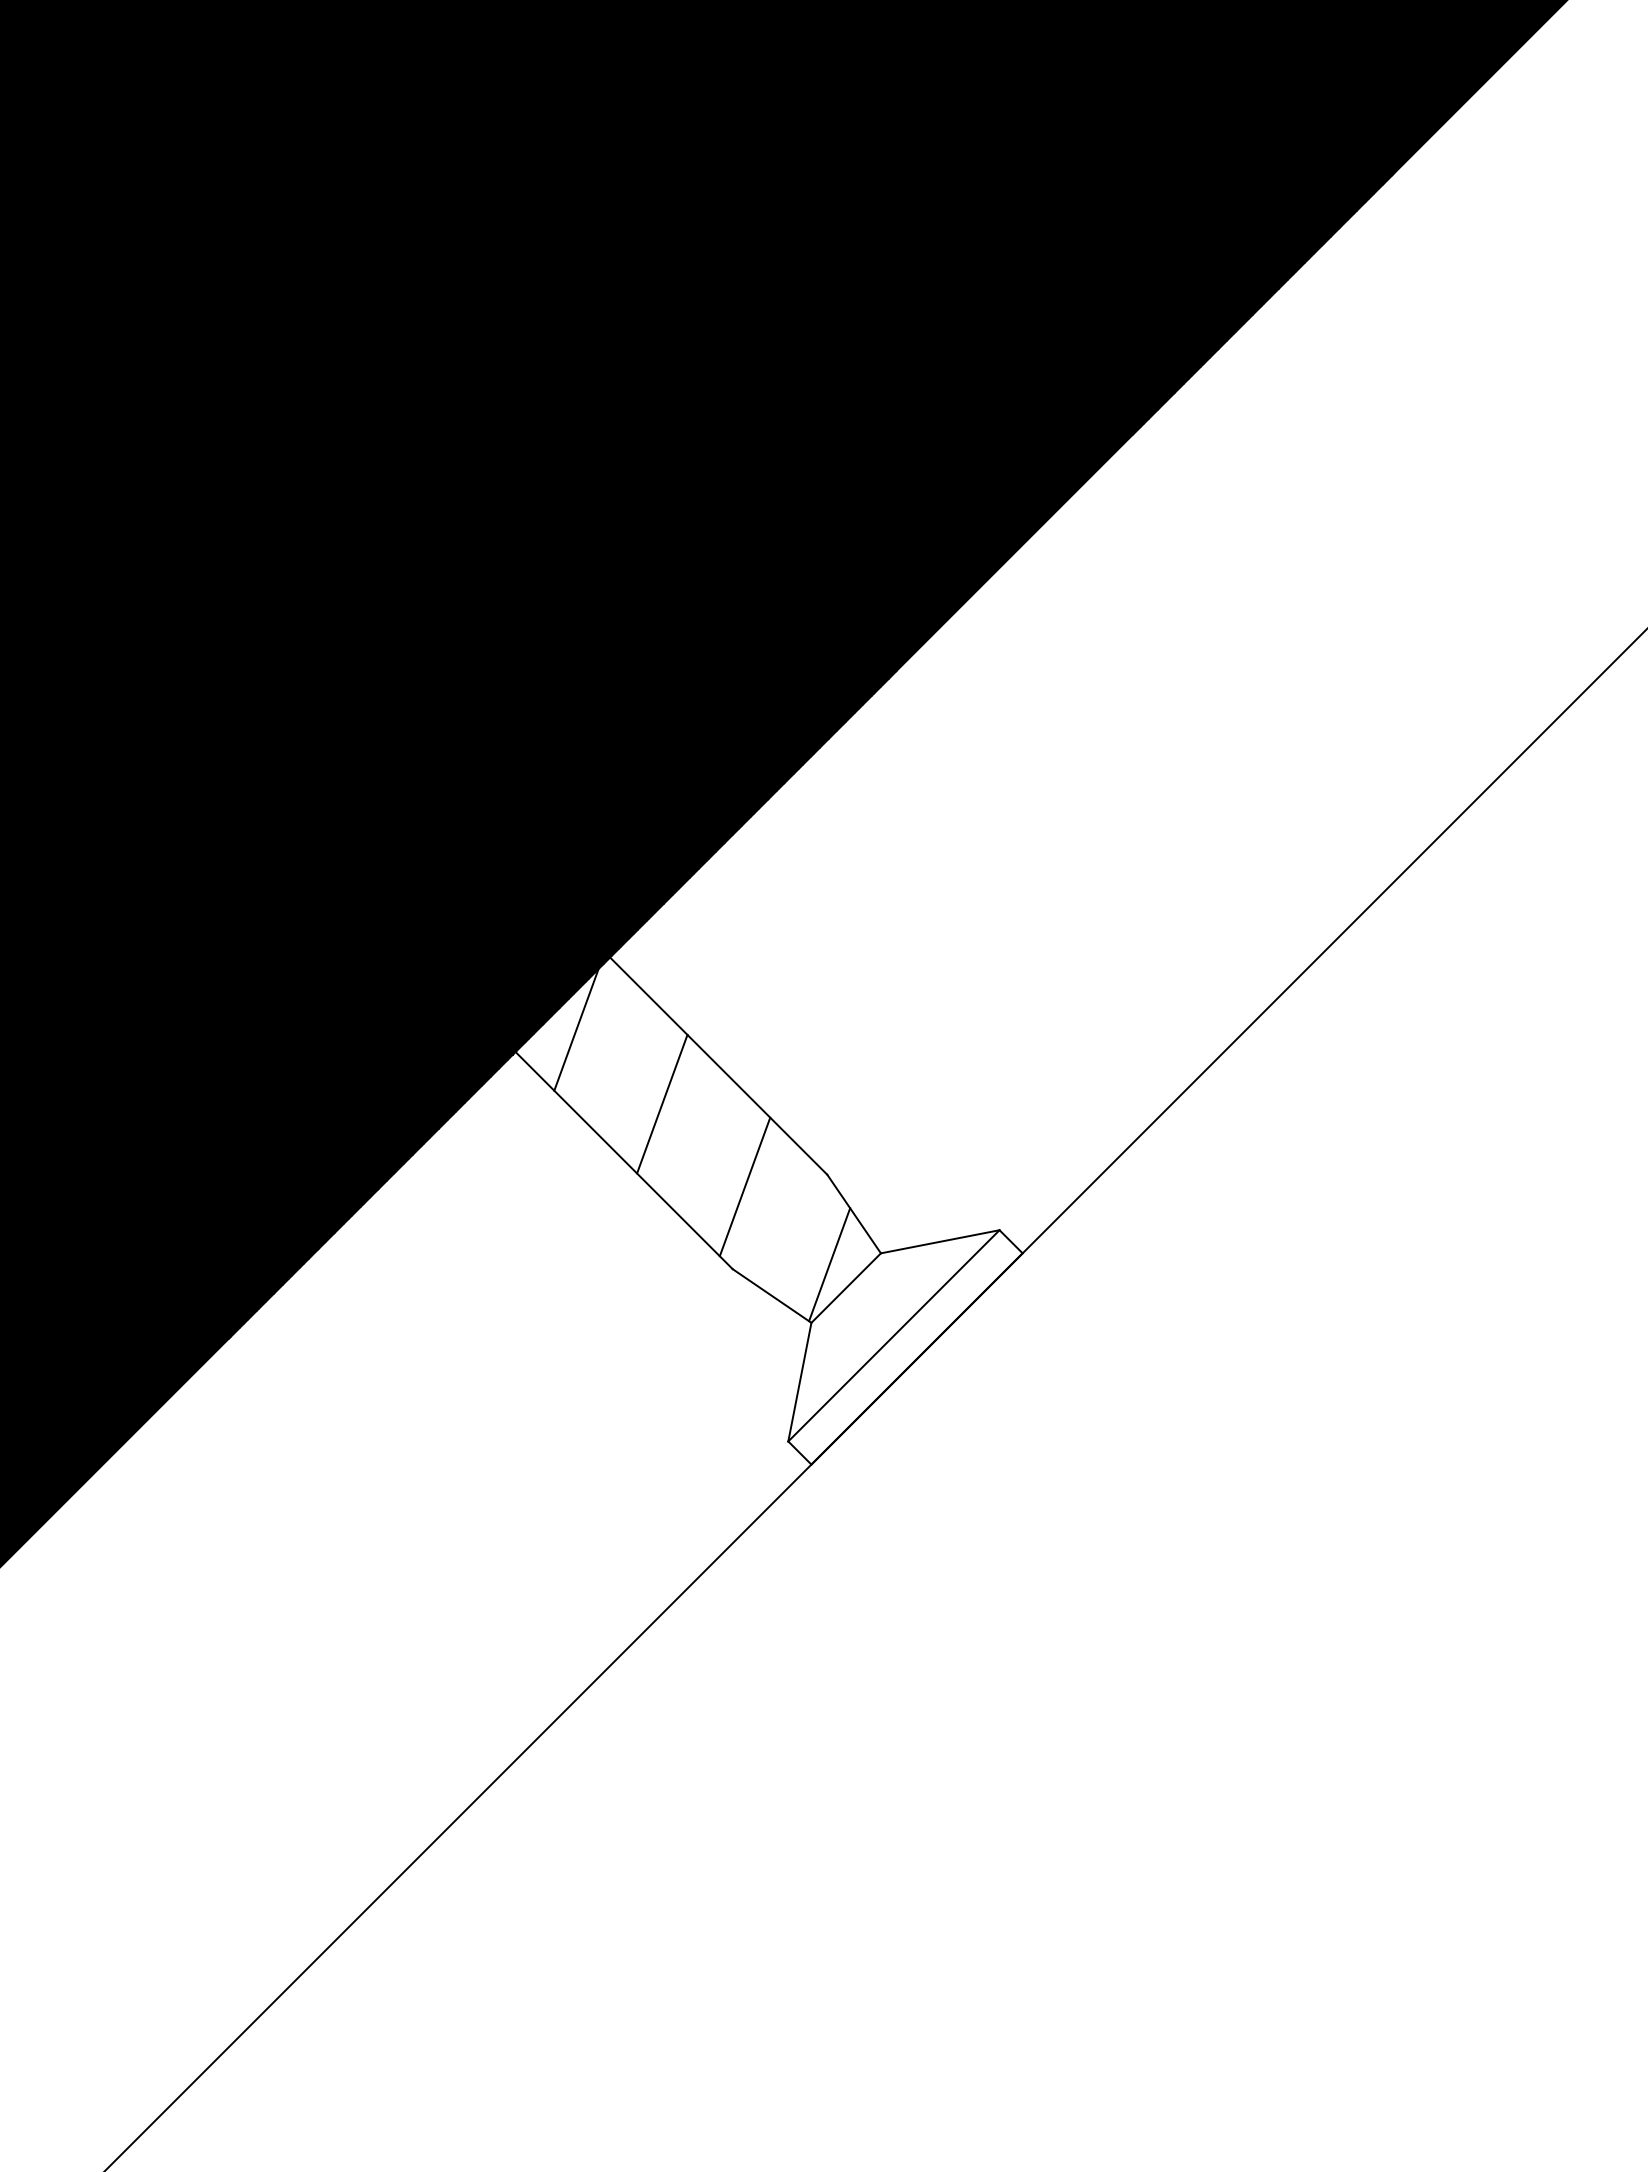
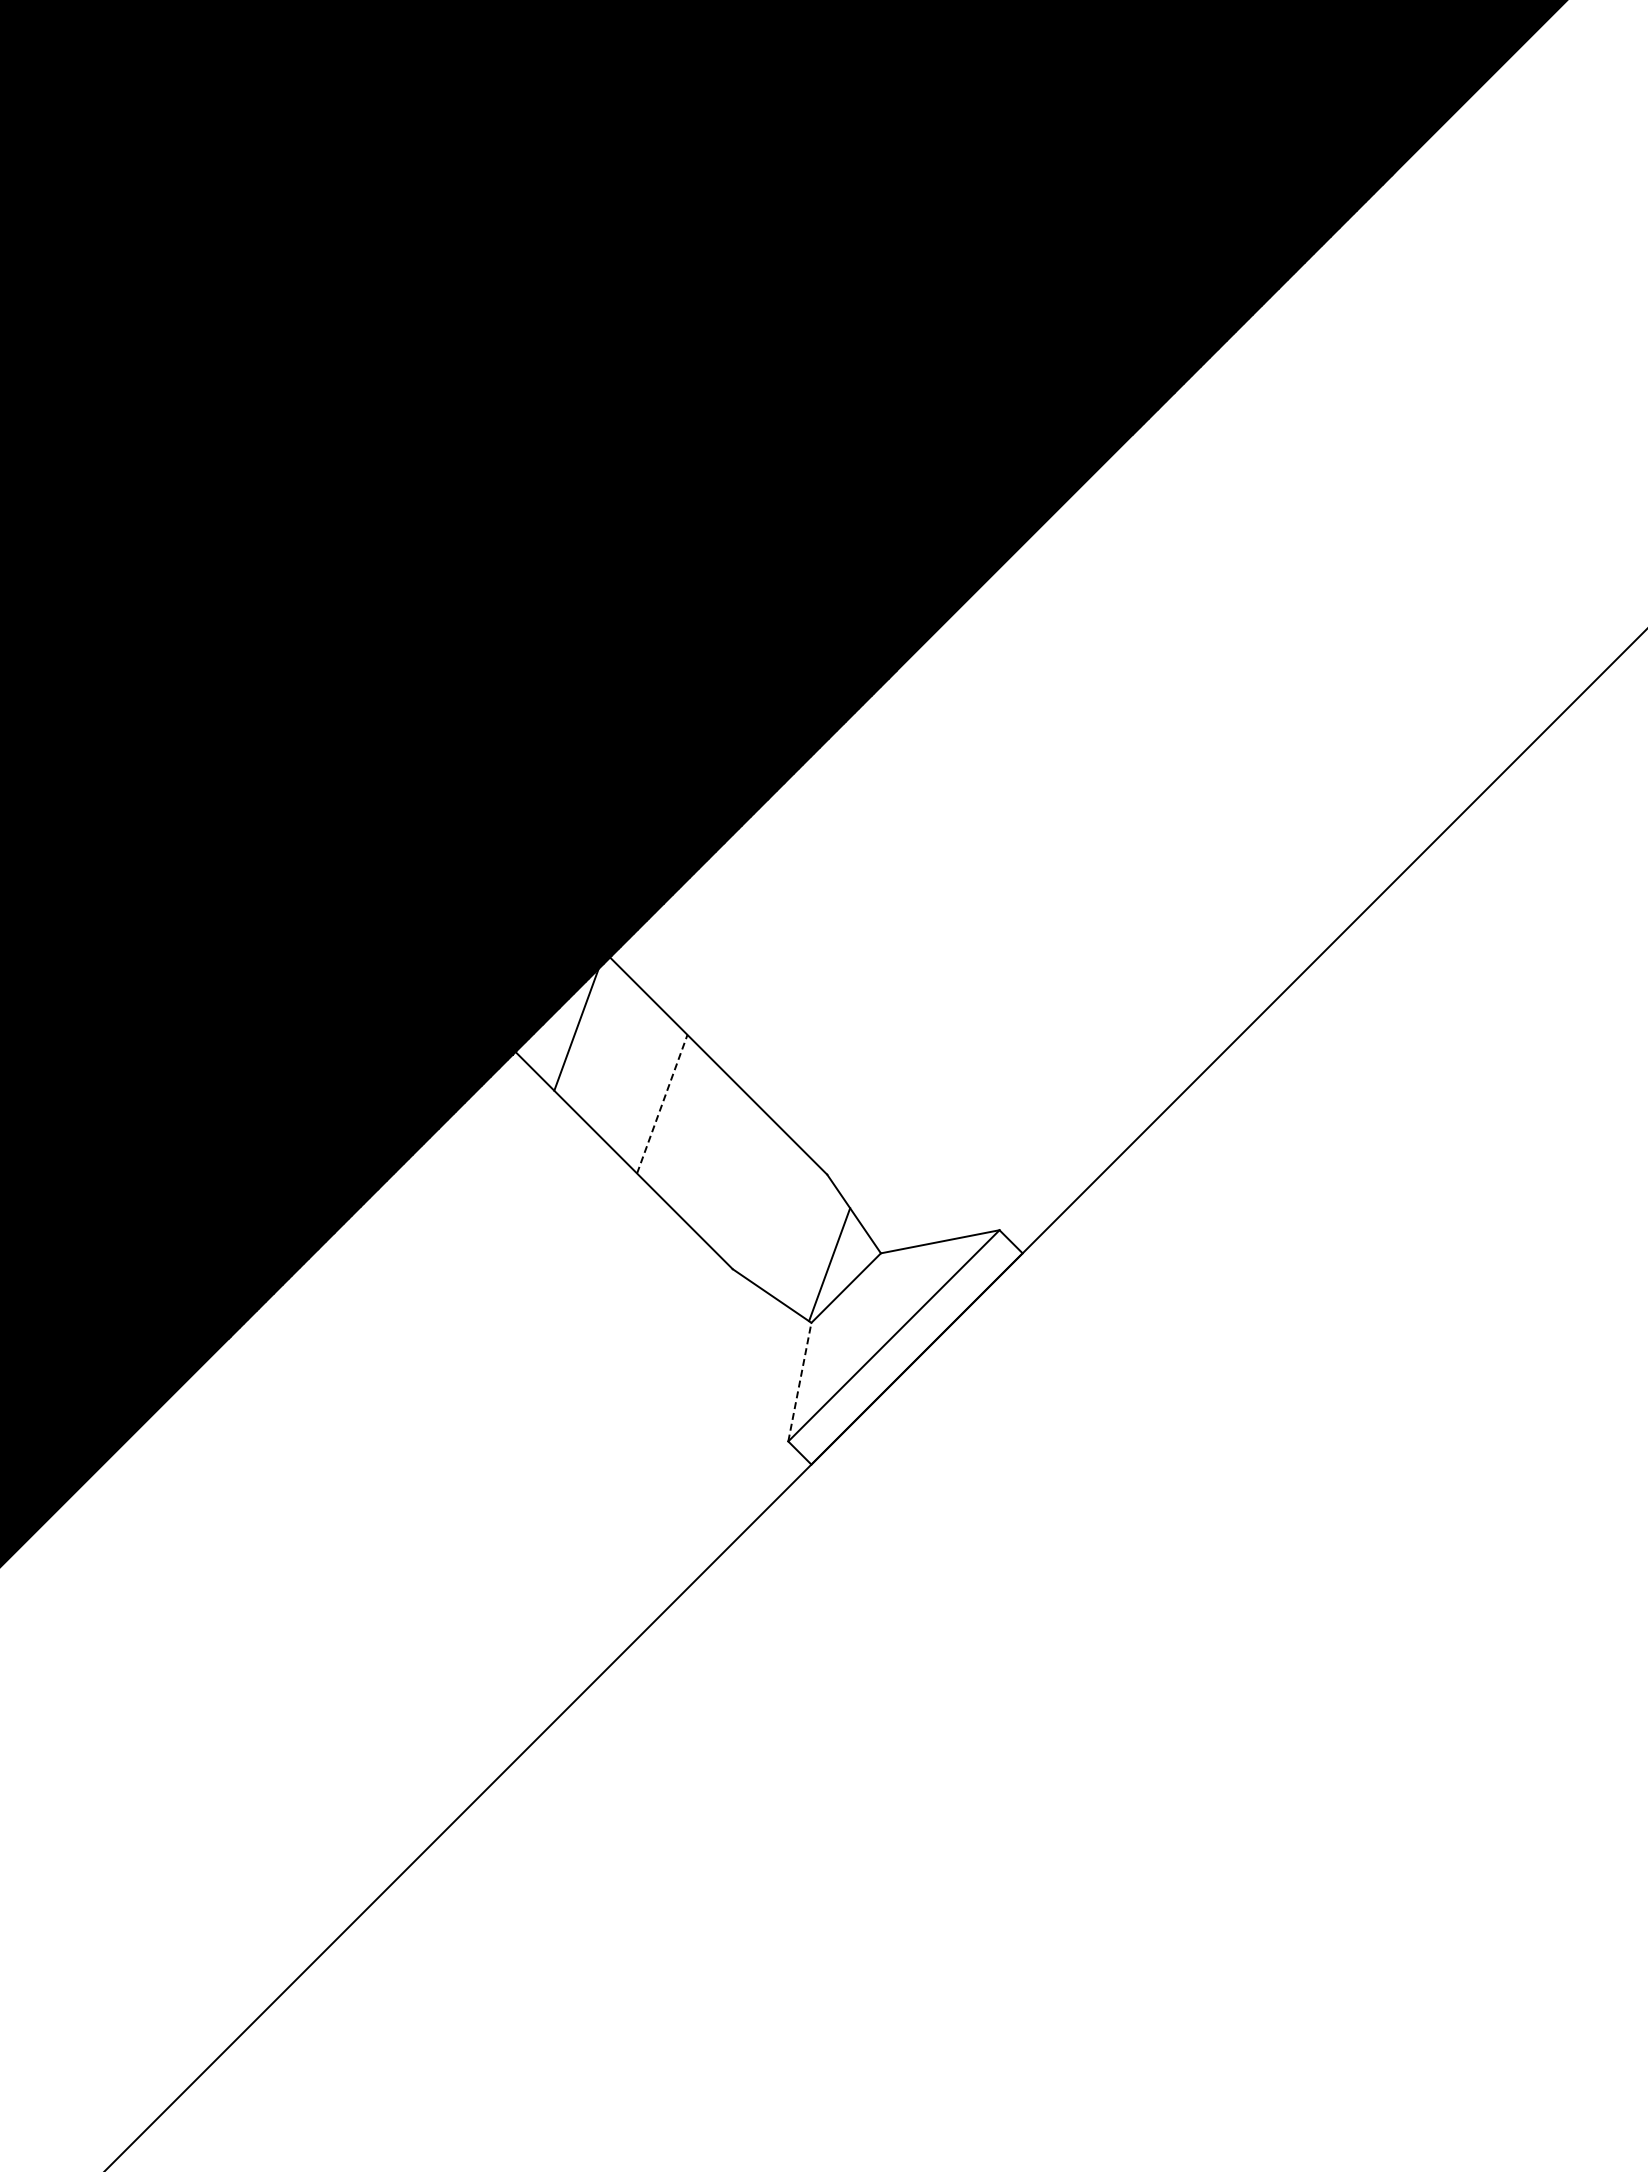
line at (662, 1104): solid -> dashed
line at (744, 1186): present -> none
line at (799, 1381): solid -> dashed
